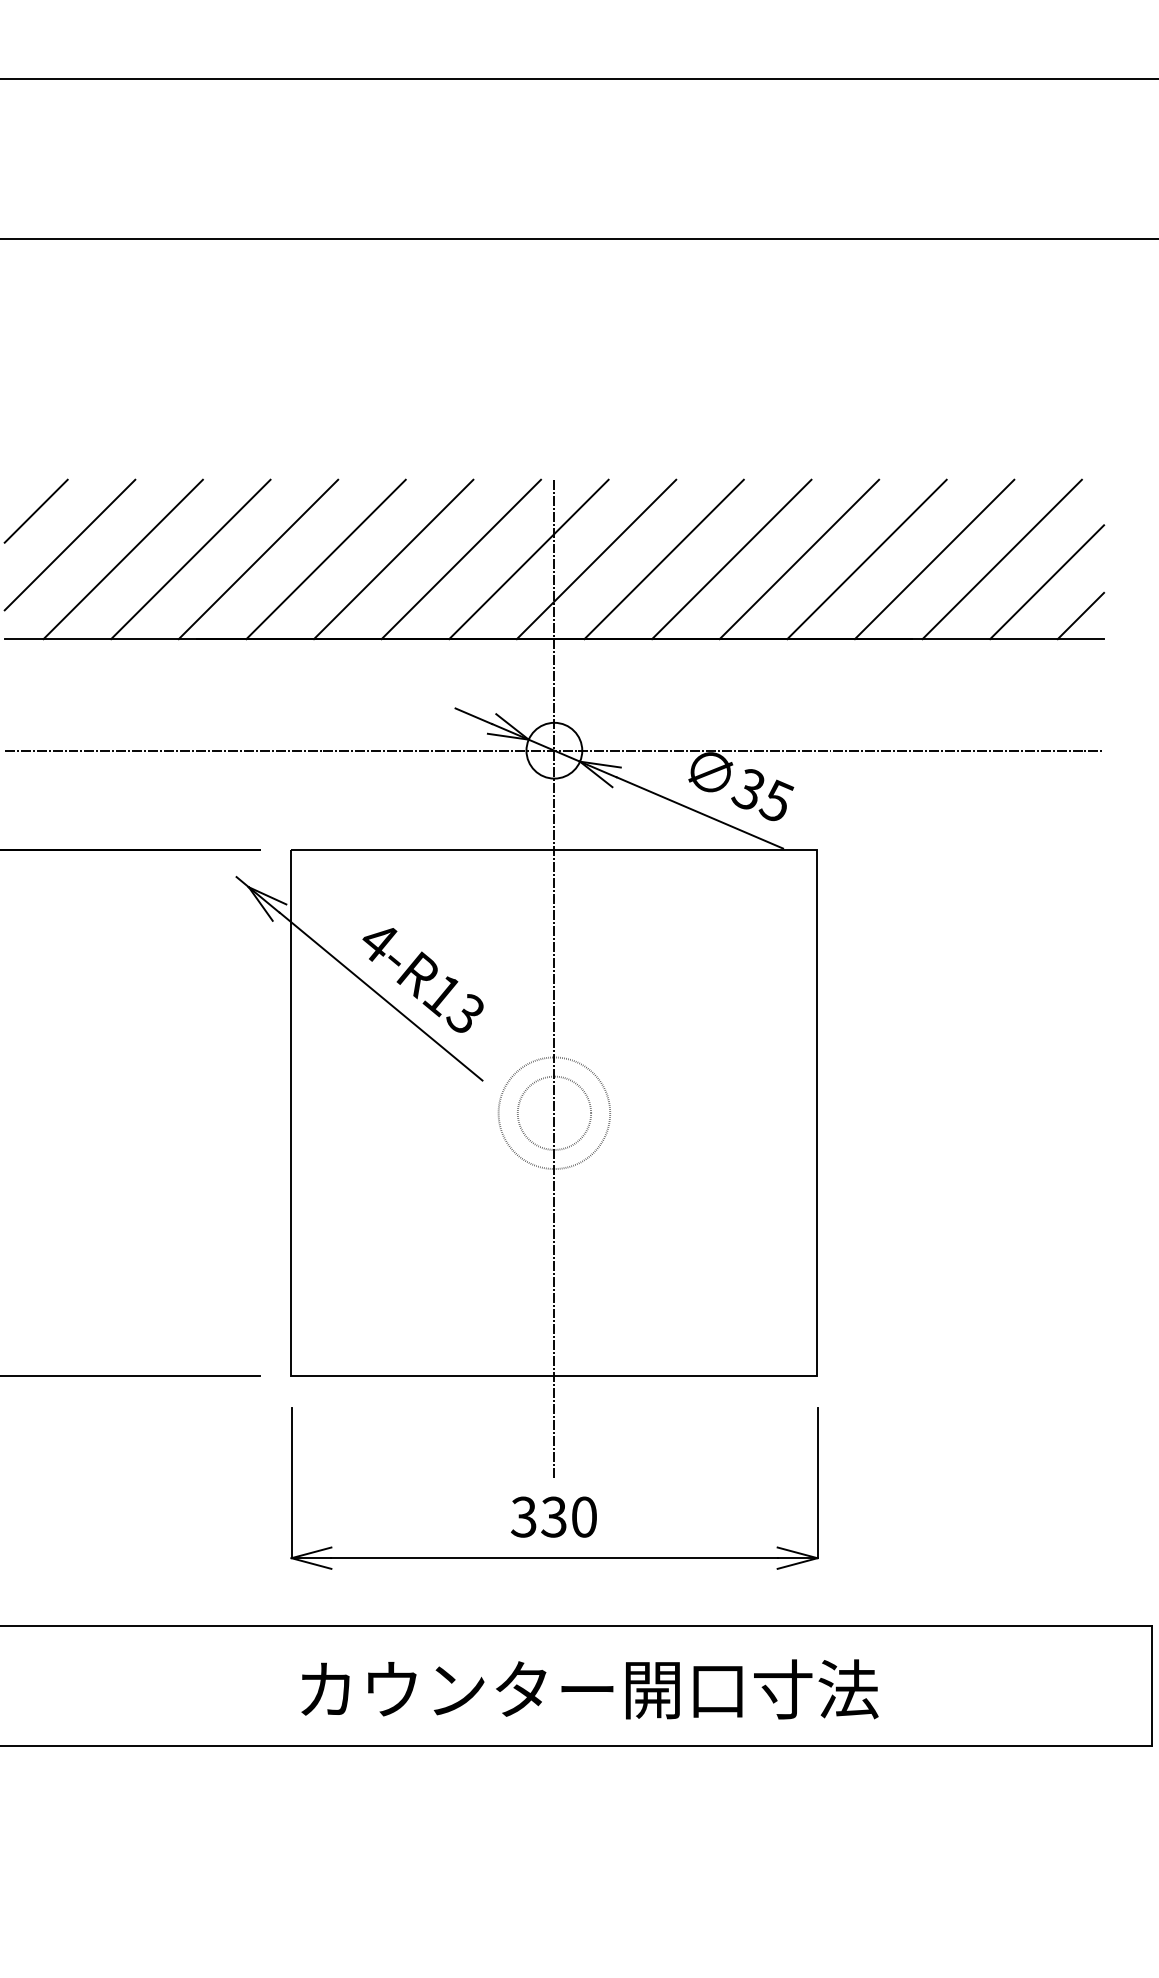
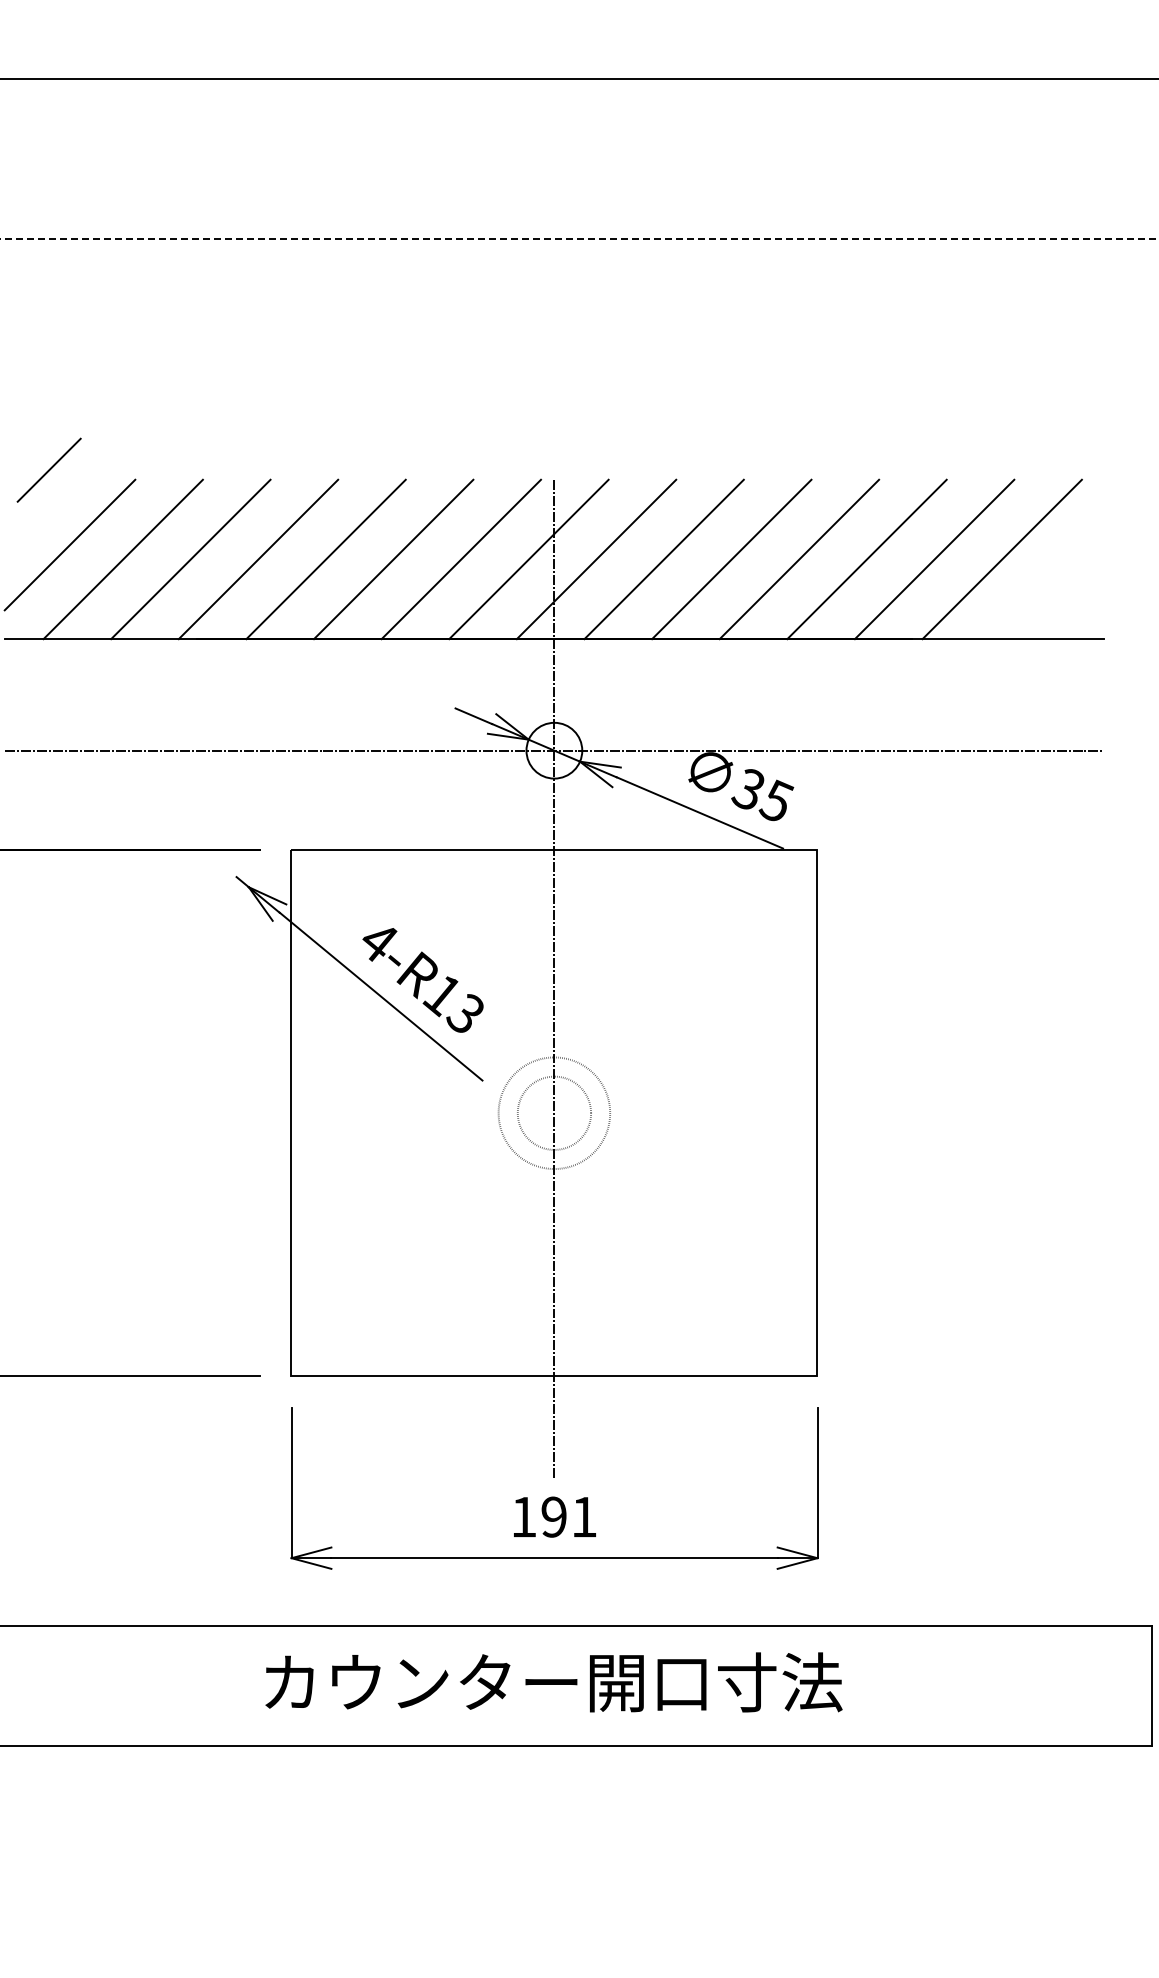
line at (579, 238): solid -> dashed
line at (35, 510) position: (35, 510) -> (48, 469)
line at (1047, 582): present -> none
line at (1080, 615): present -> none
text at (553, 1516): 330 -> 191
text at (589, 1689) position: (589, 1689) -> (553, 1682)
